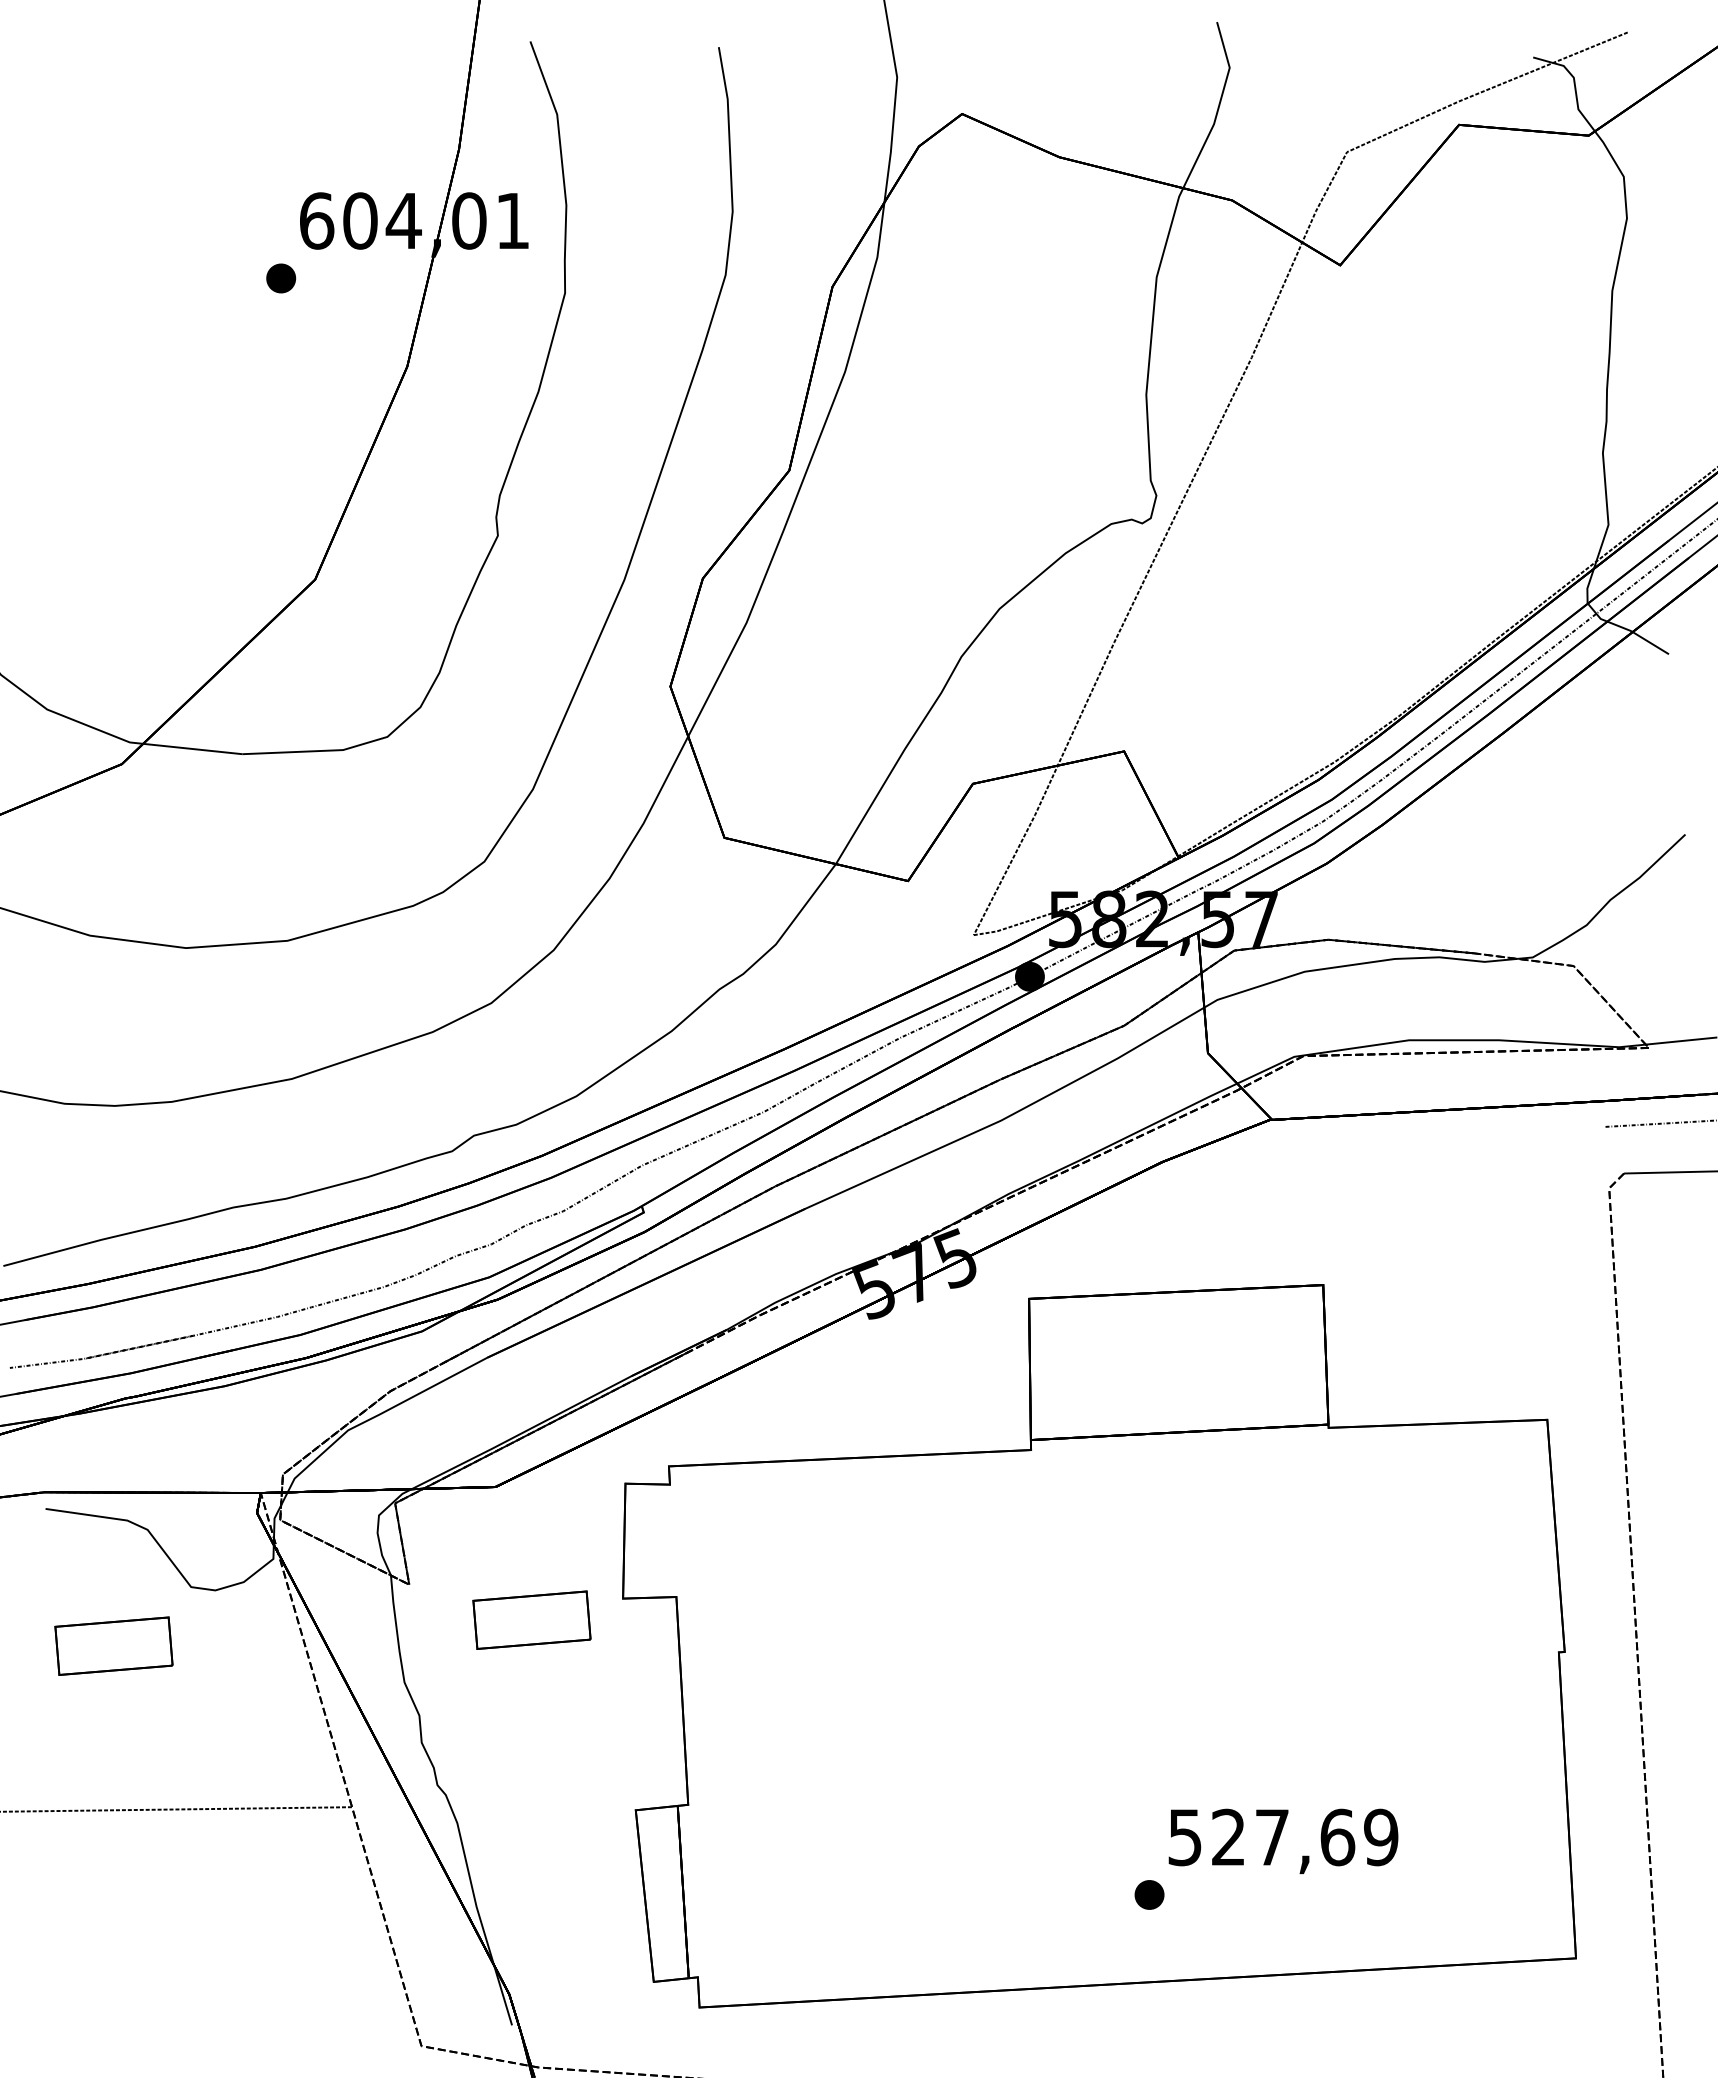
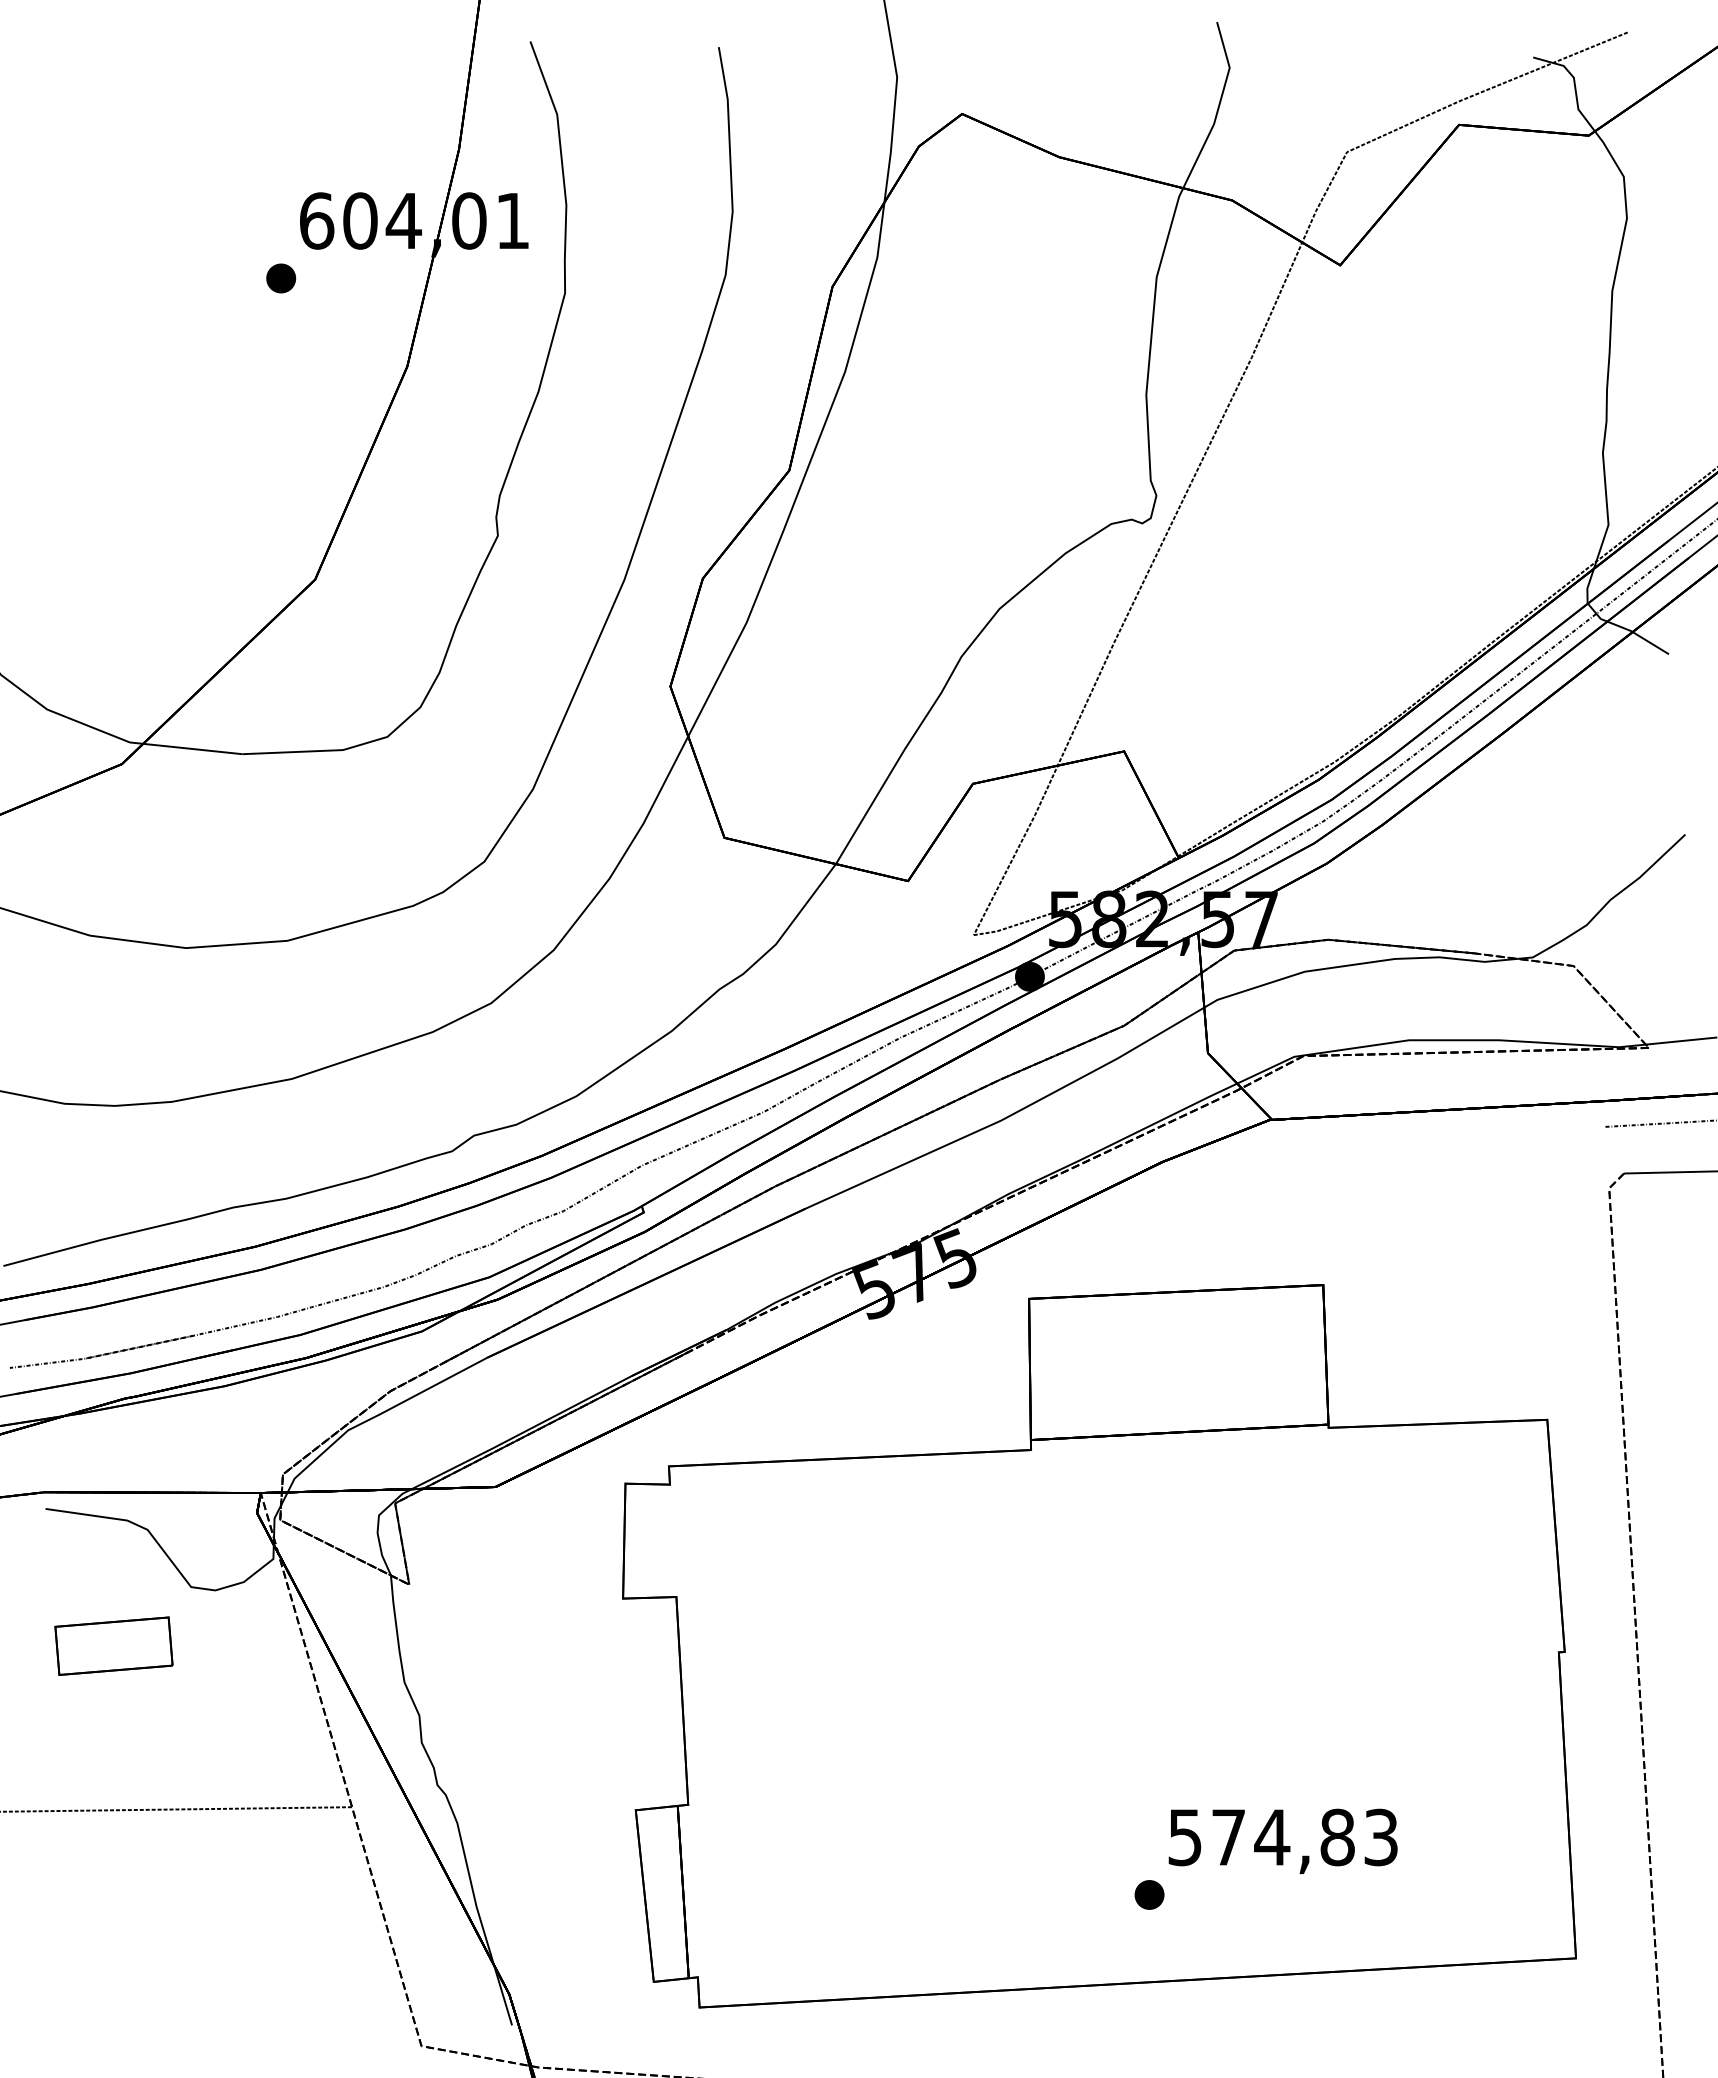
part at (531, 1619): present -> none
text at (1305, 1837): 527,69 -> 574,83
